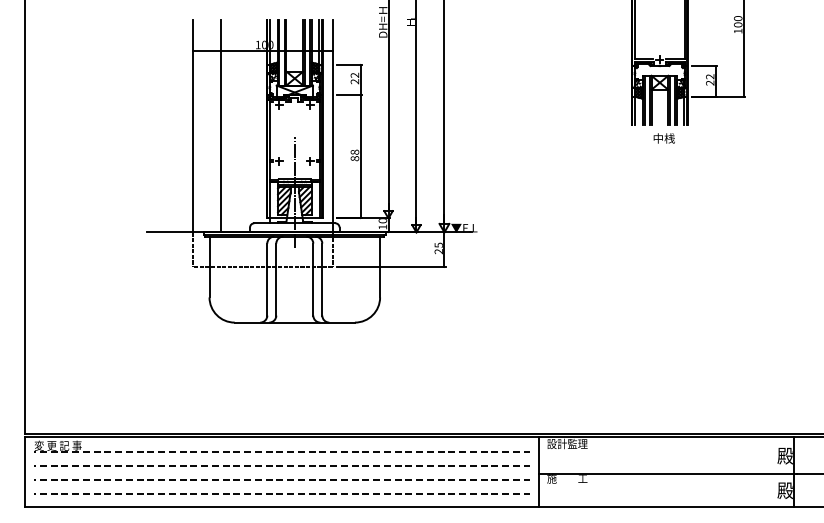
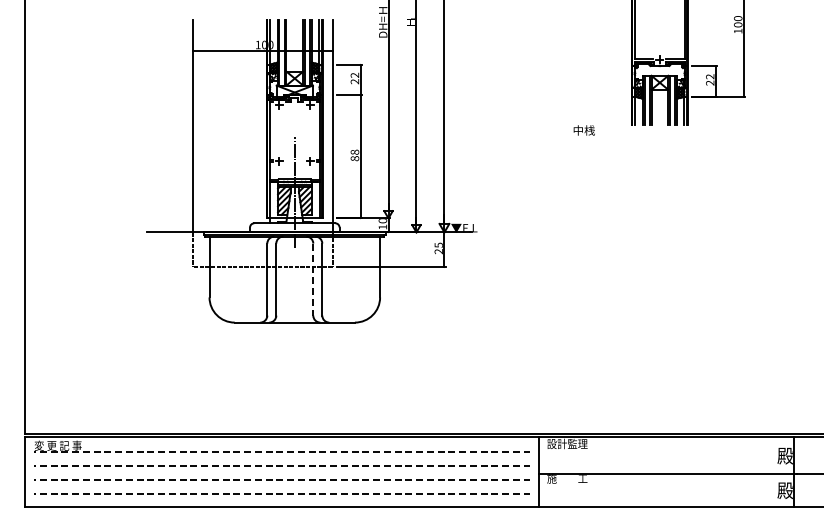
line at (220, 125): present -> none
text at (663, 138) position: (663, 138) -> (583, 130)
line at (313, 280): solid -> dashed
